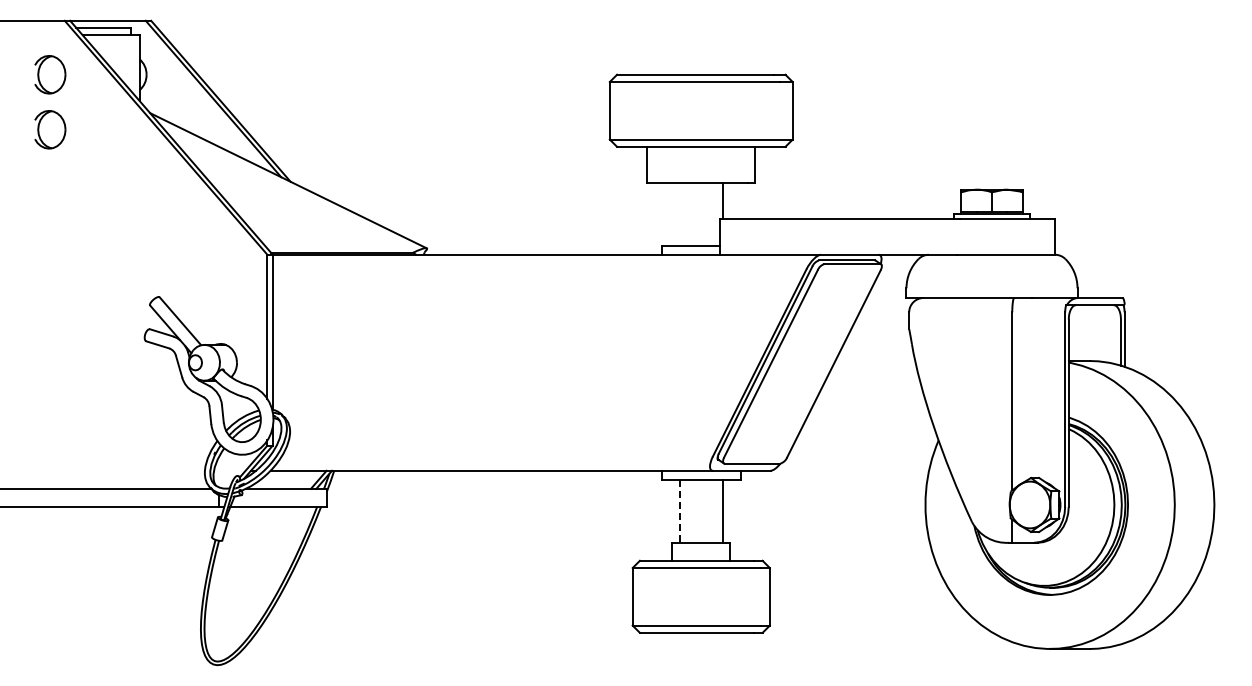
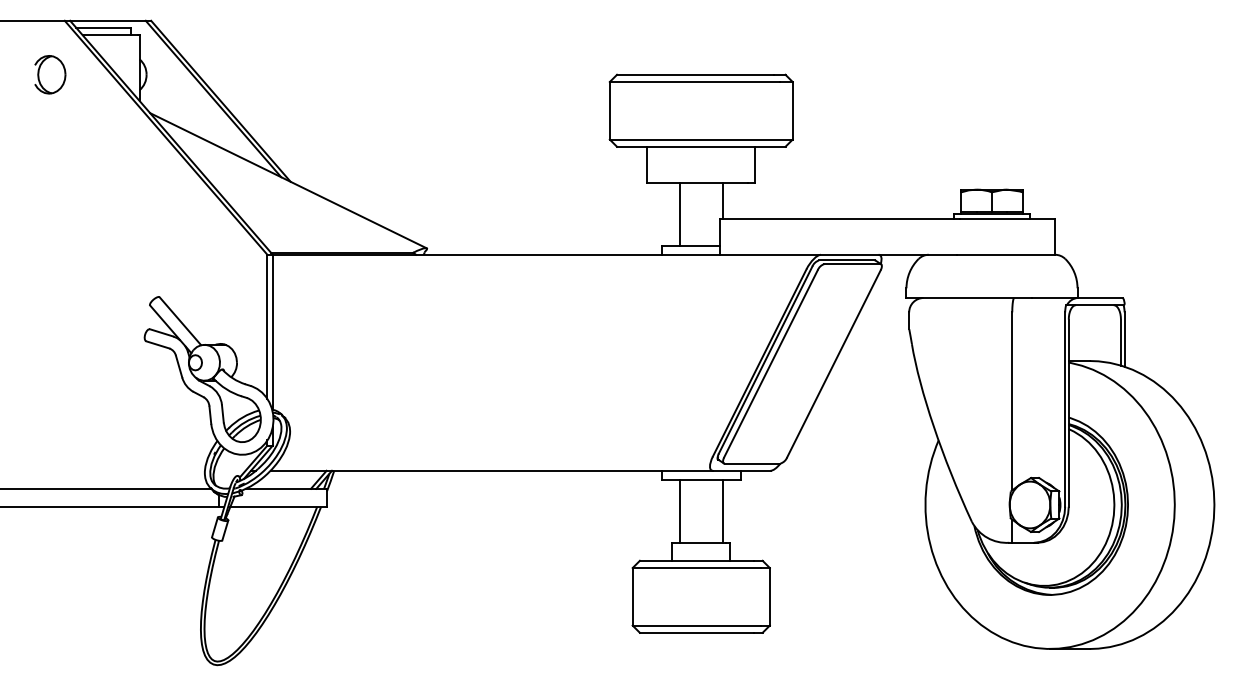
part at (50, 129): present -> none
line at (679, 213): none -> present
line at (679, 511): dashed -> solid
